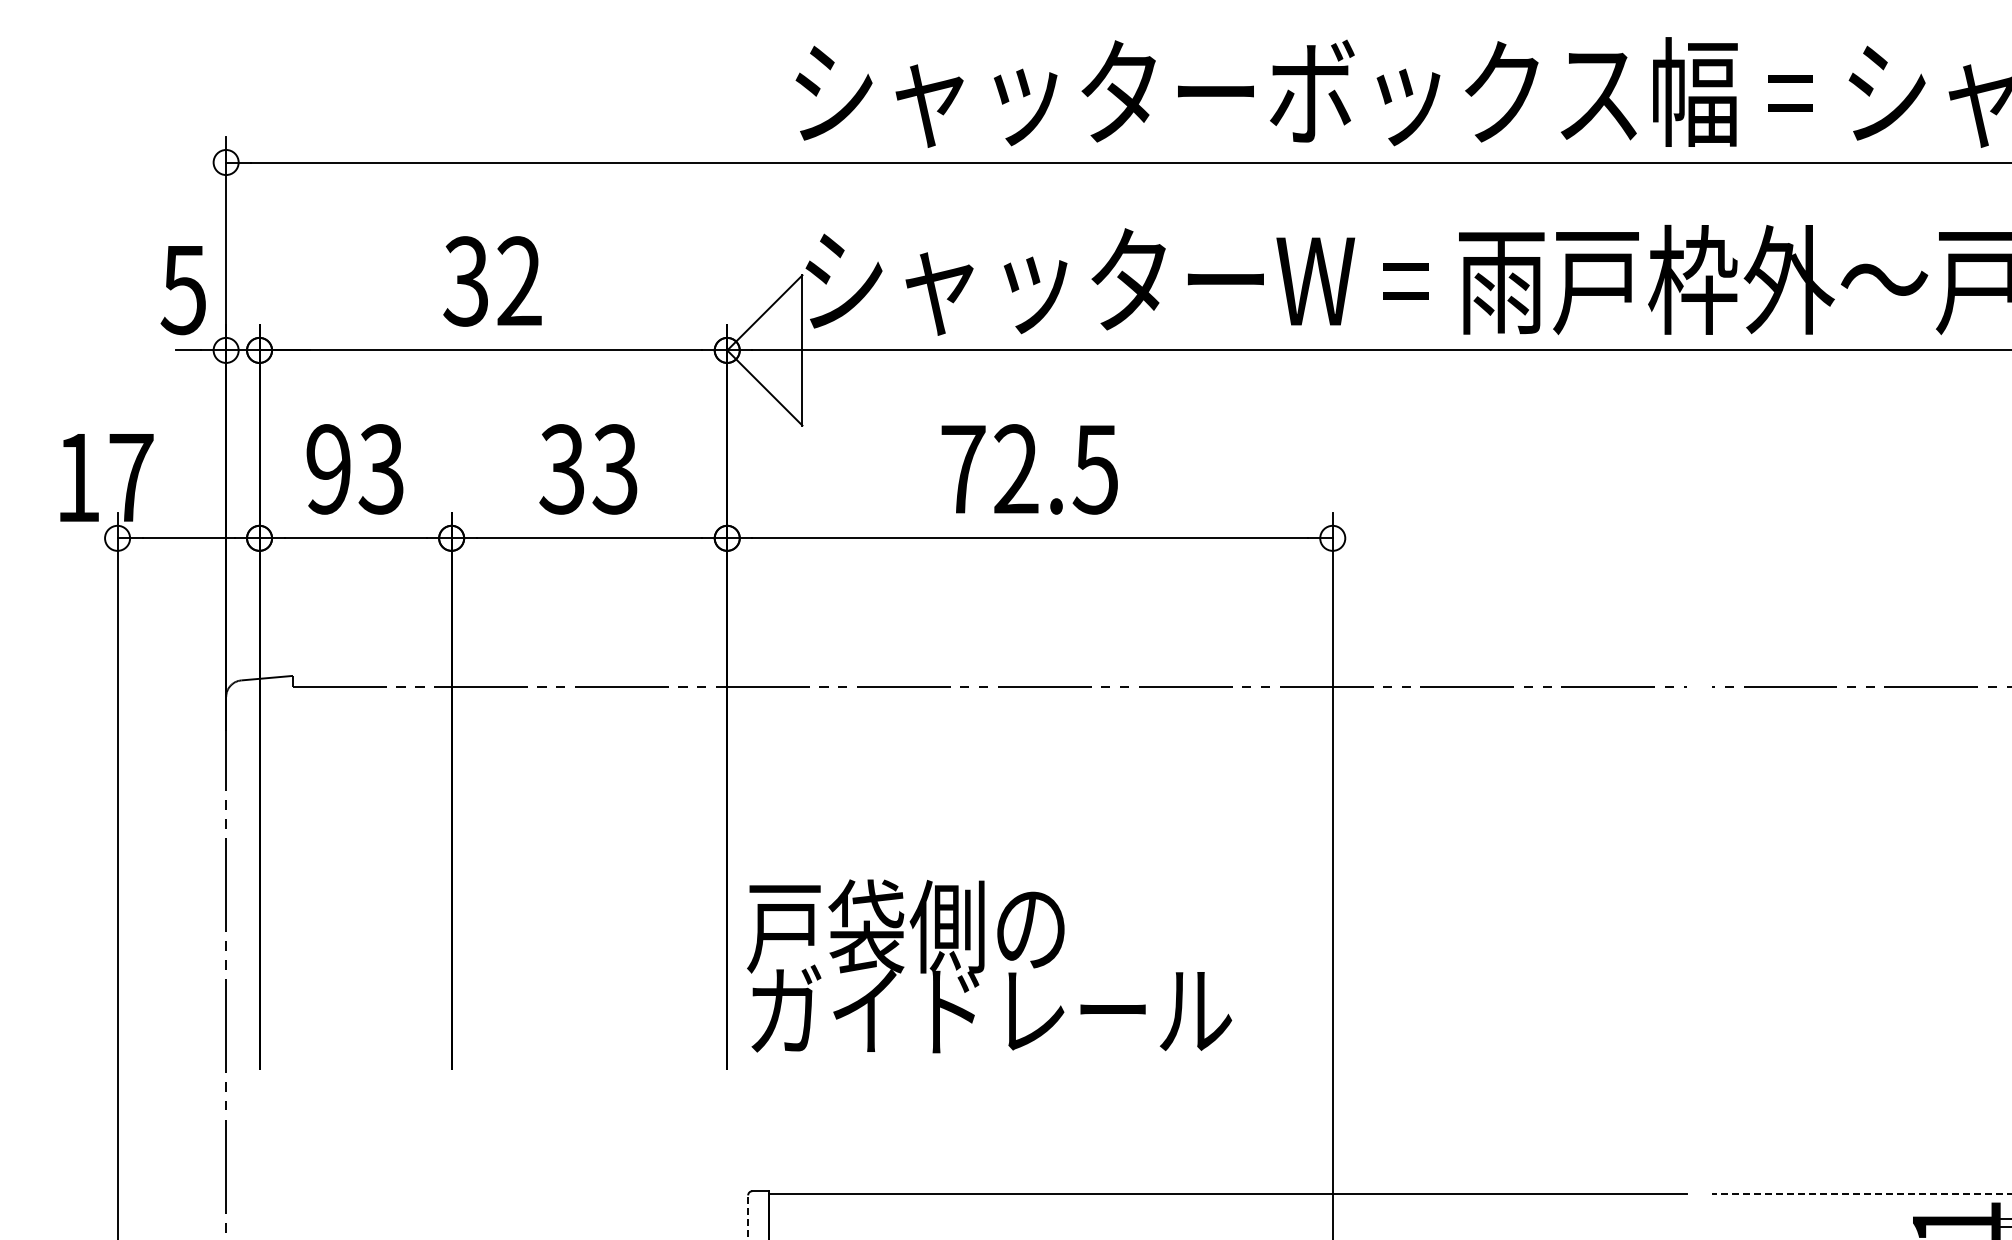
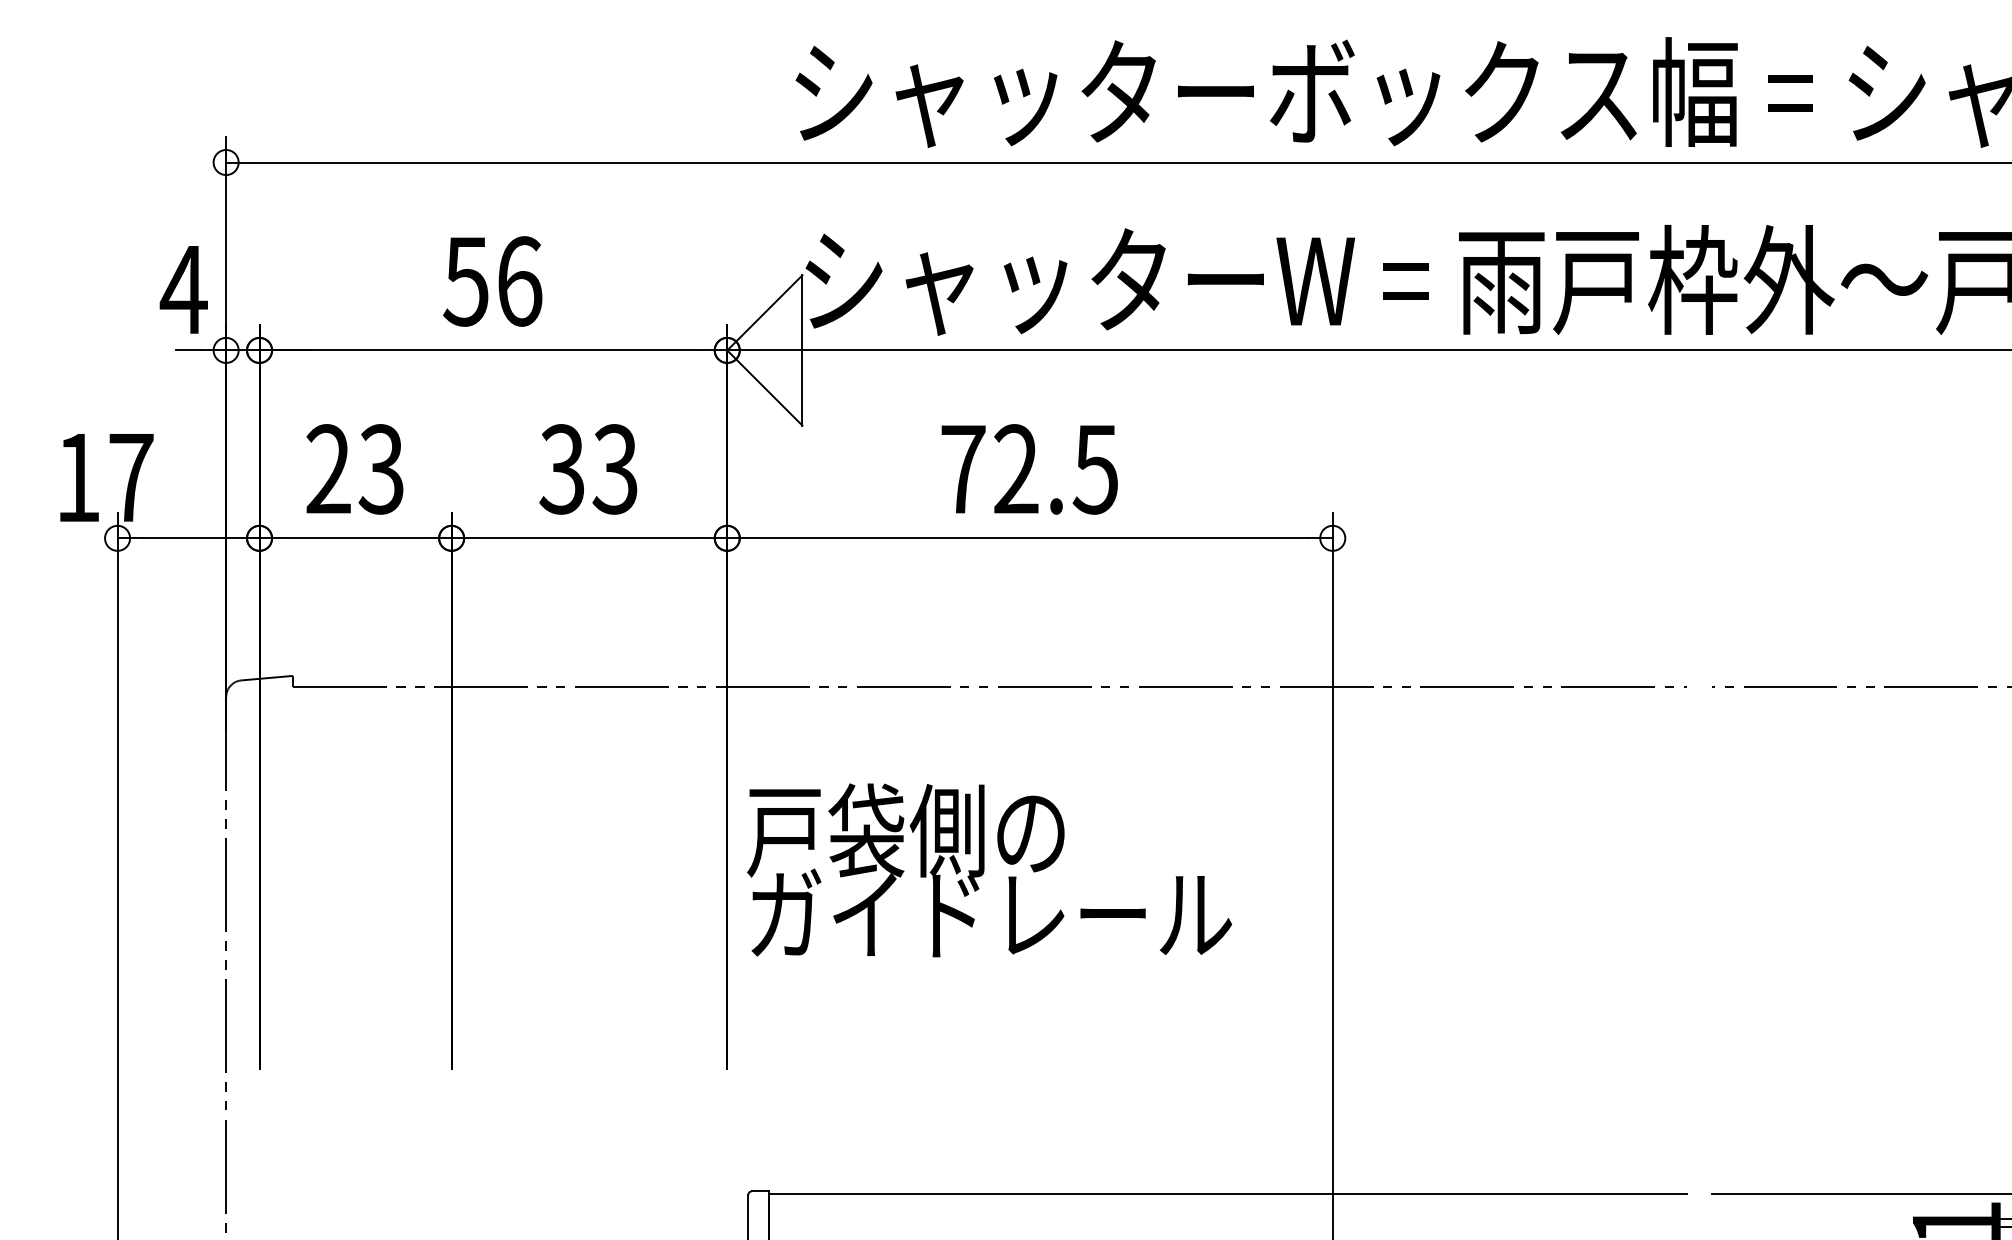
text at (492, 281): 32 -> 56
text at (183, 290): 5 -> 4
text at (328, 469): 93 -> 23
text at (989, 966) position: (989, 966) -> (989, 870)
line at (1861, 1193): dashed -> solid
line at (748, 1217): dashed -> solid
